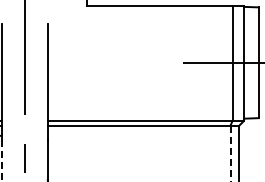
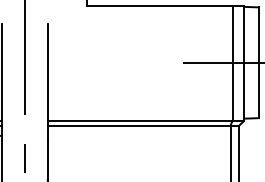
line at (230, 153): dashed -> solid
line at (1, 161): dashed -> solid
